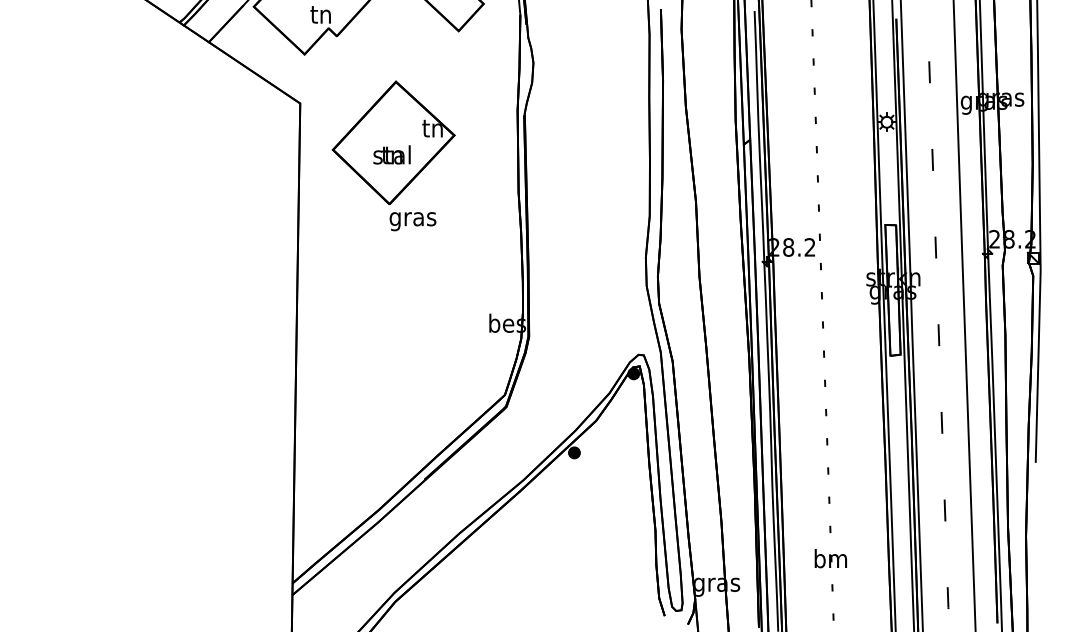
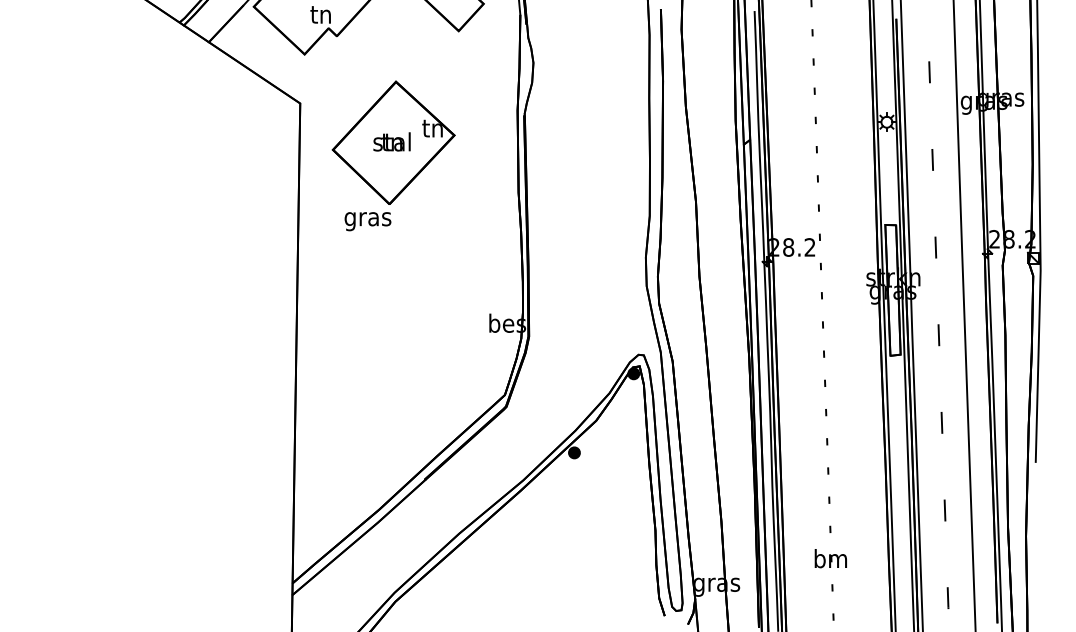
text at (391, 154) position: (391, 154) -> (391, 141)
text at (412, 221) position: (412, 221) -> (367, 221)
